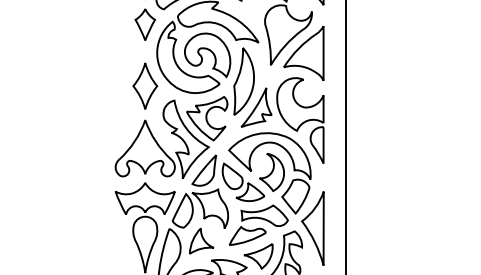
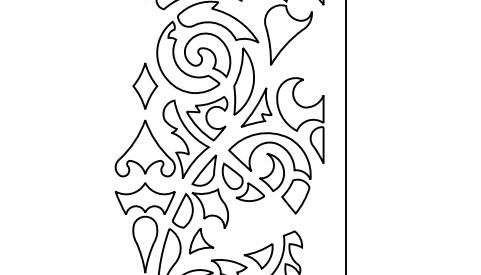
part at (145, 24): present -> none
part at (303, 53): present -> none
part at (258, 224): present -> none
part at (312, 228): present -> none
